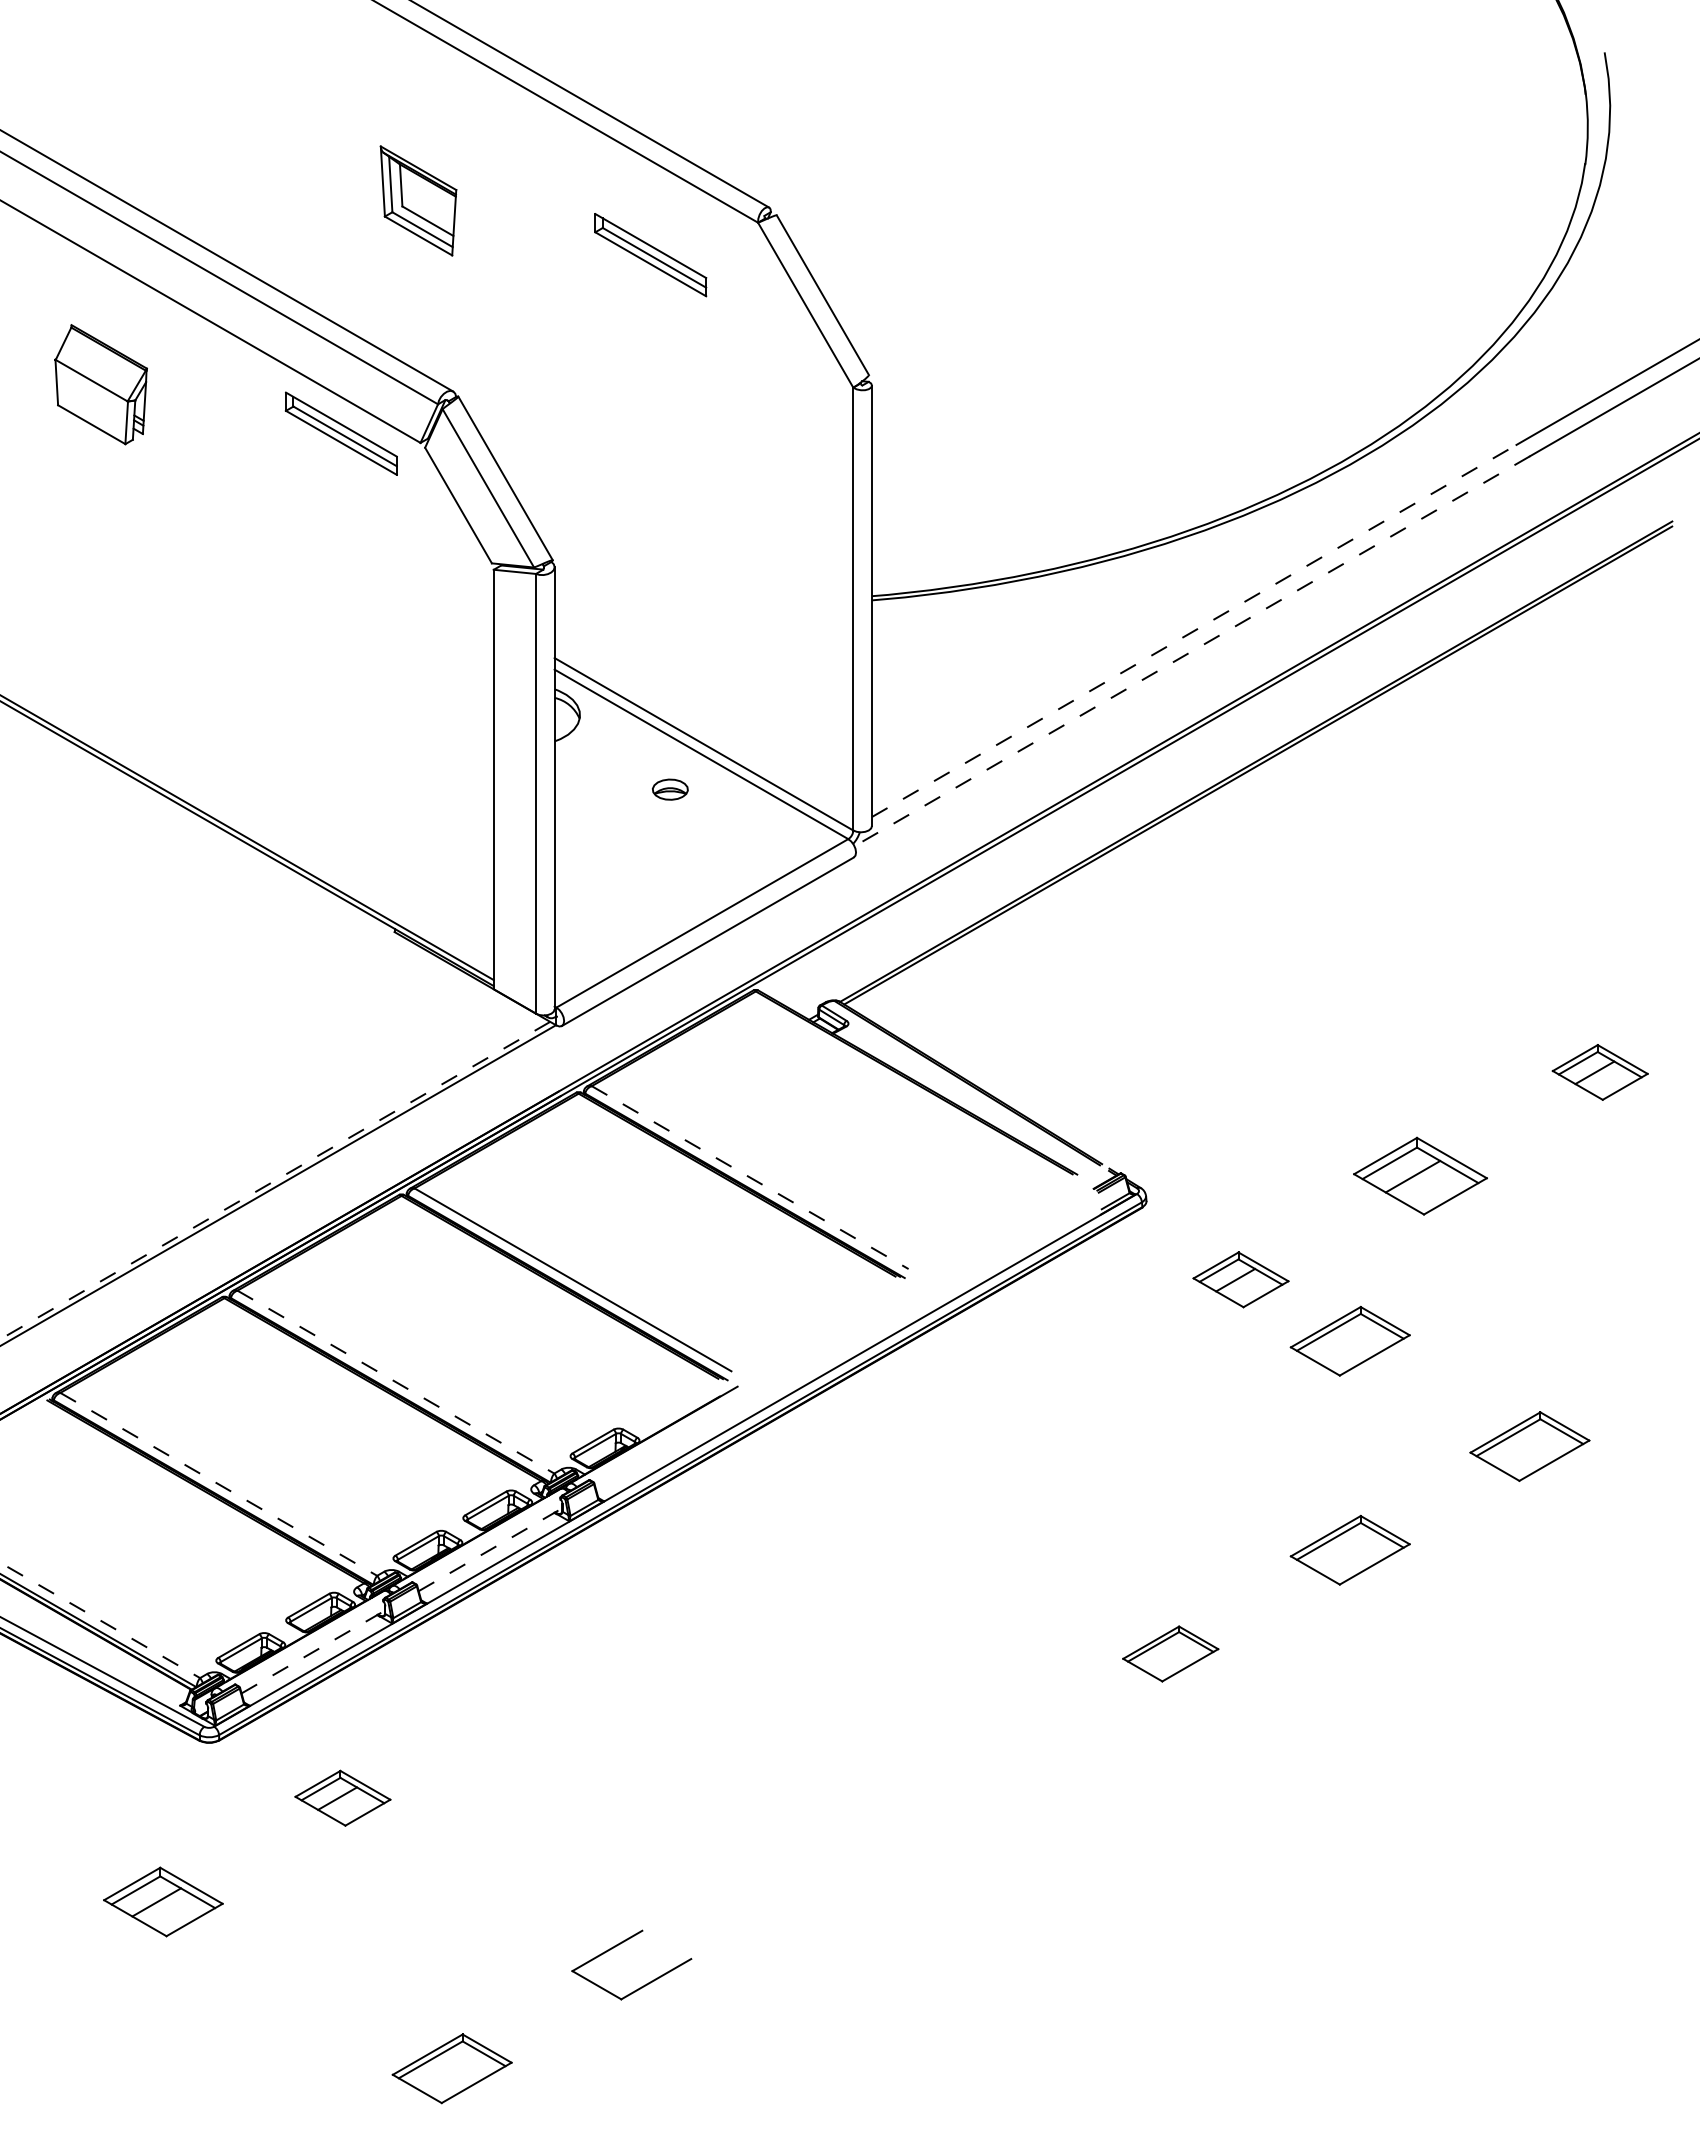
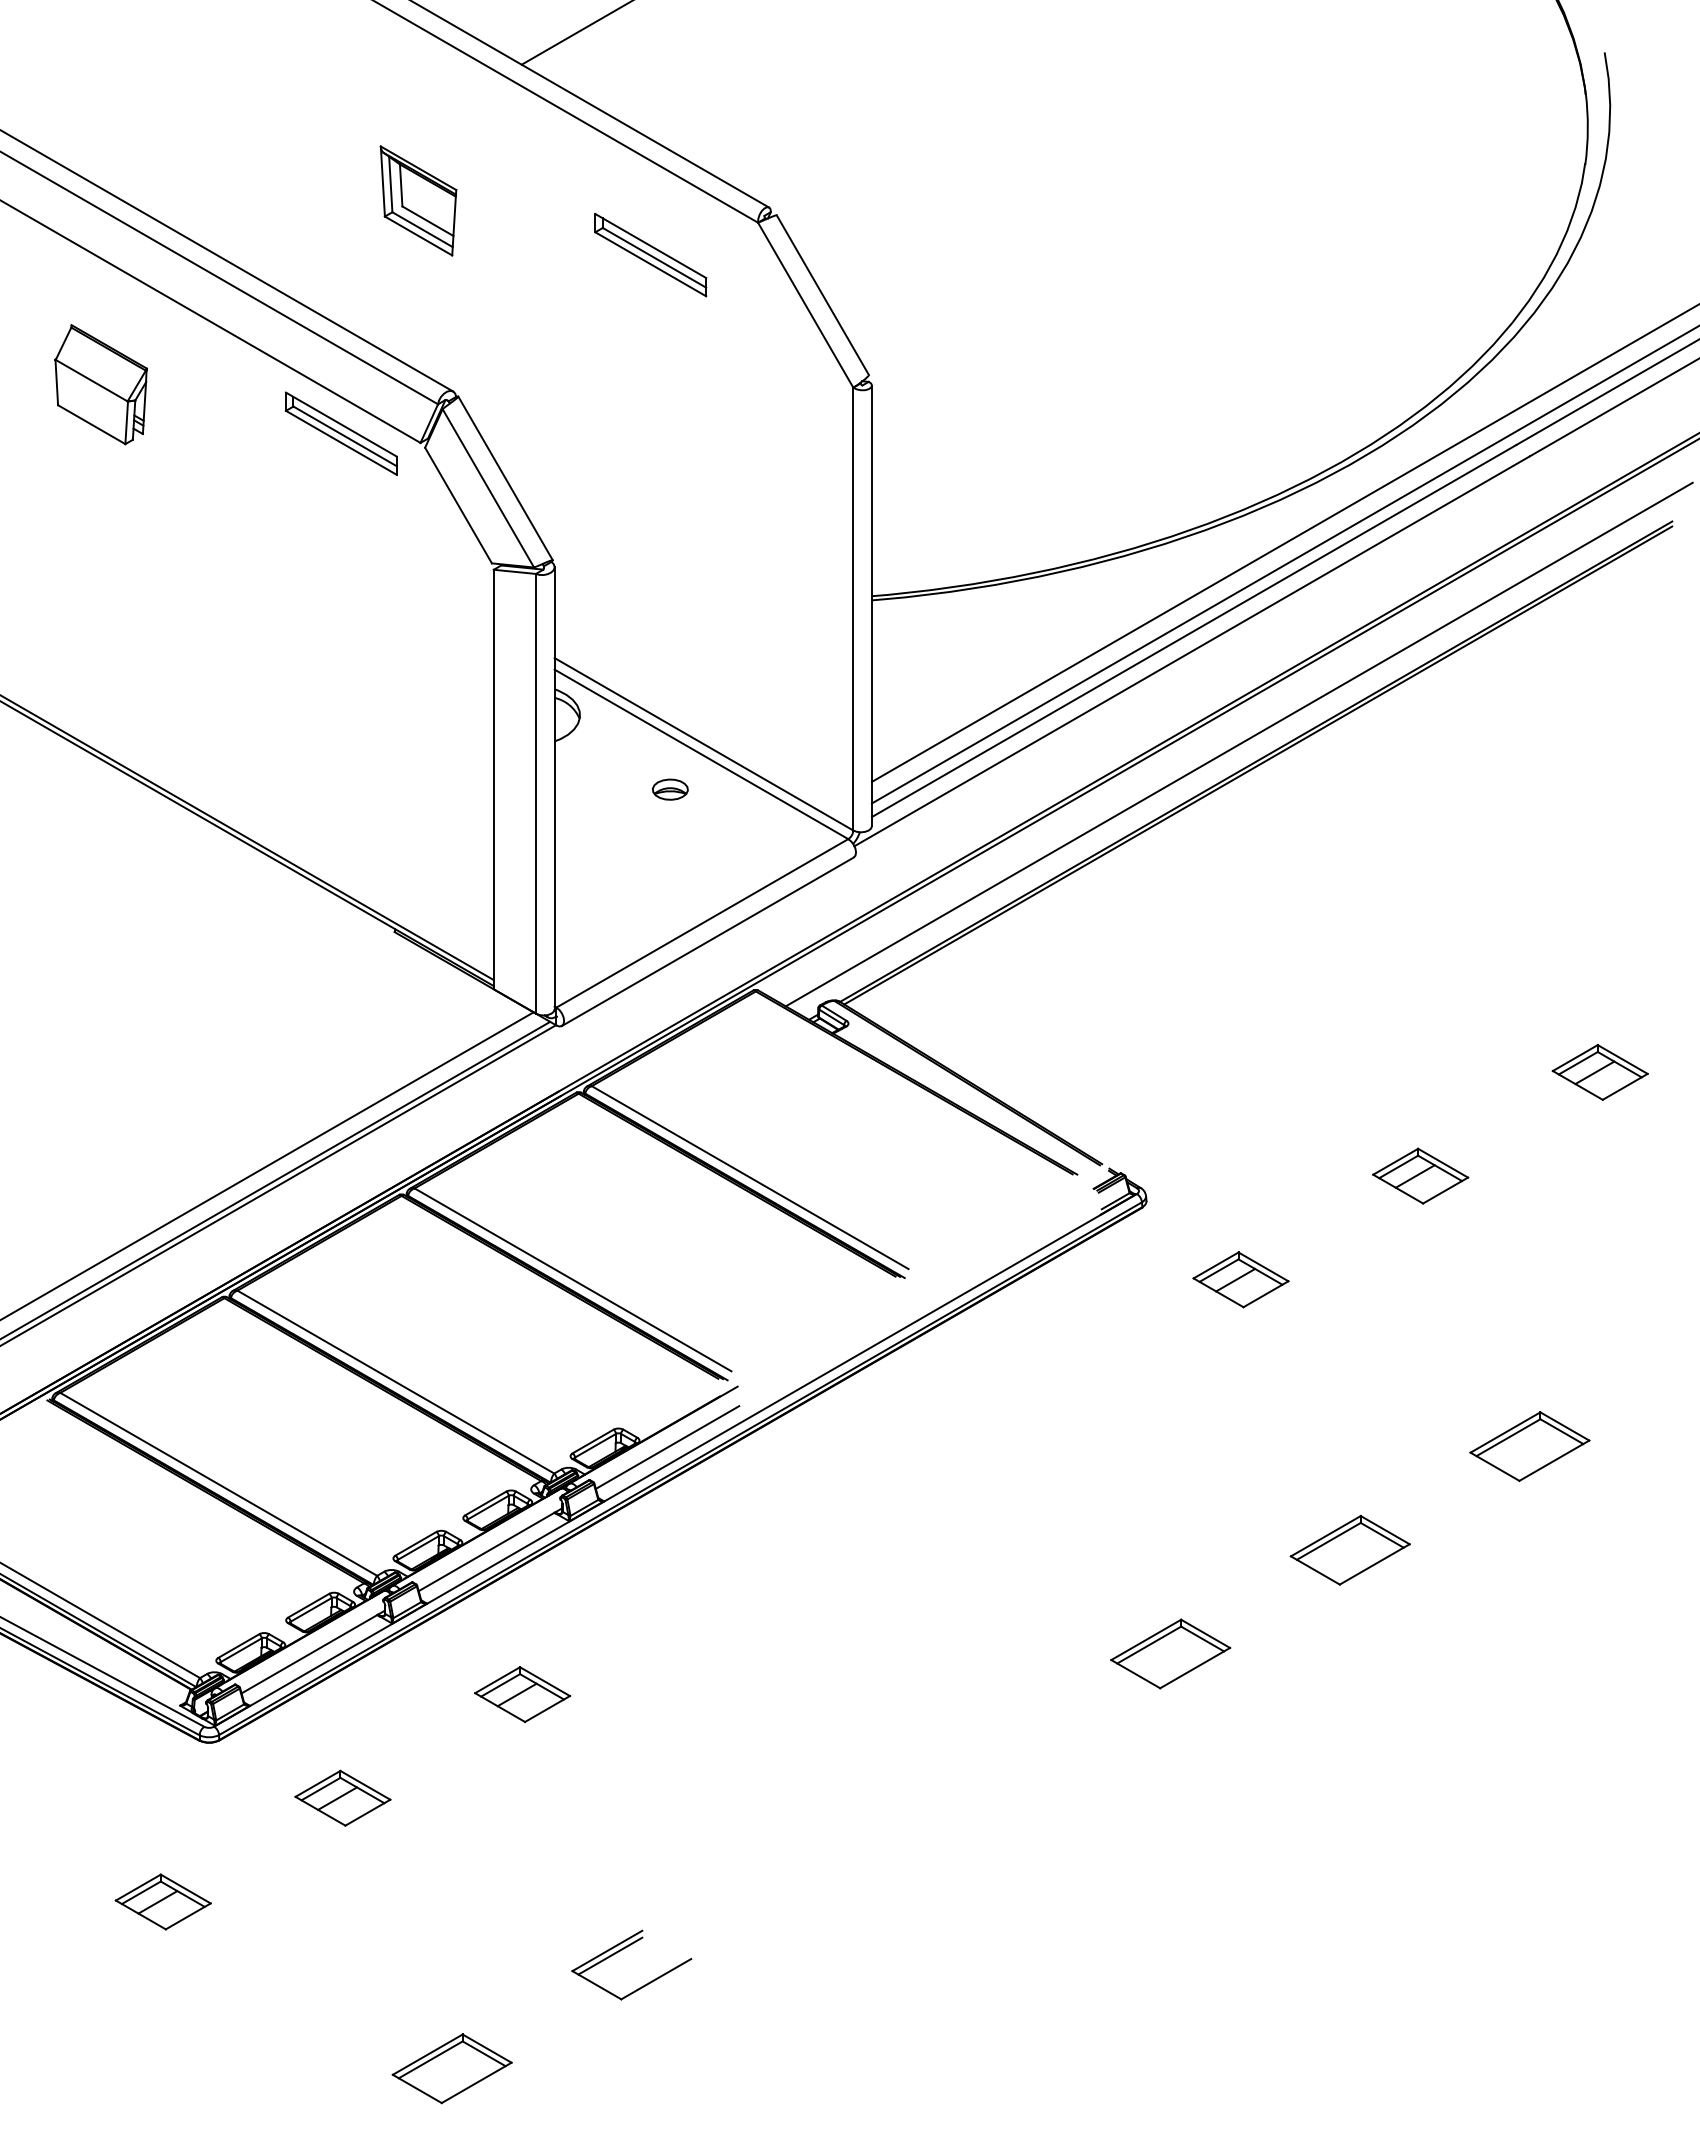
line at (575, 33): none -> present
line at (1283, 543): none -> present
line at (1283, 565): none -> present
line at (1194, 630): dashed -> solid
line at (1191, 651): dashed -> solid
line at (1238, 744): none -> present
line at (267, 1165): none -> present
part at (1420, 1175) size: 135x80 px -> 98x58 px
line at (750, 1177): dashed -> solid
line at (274, 1180): dashed -> solid
part at (1349, 1340): present -> none
line at (395, 1382): dashed -> solid
line at (667, 1447): none -> present
line at (218, 1484): dashed -> solid
line at (490, 1549): dashed -> solid
line at (100, 1620): dashed -> solid
line at (313, 1652): dashed -> solid
part at (1170, 1653) size: 98x58 px -> 122x72 px
part at (522, 1694): none -> present
part at (163, 1901) size: 121x72 px -> 98x58 px
line at (610, 1955): none -> present
